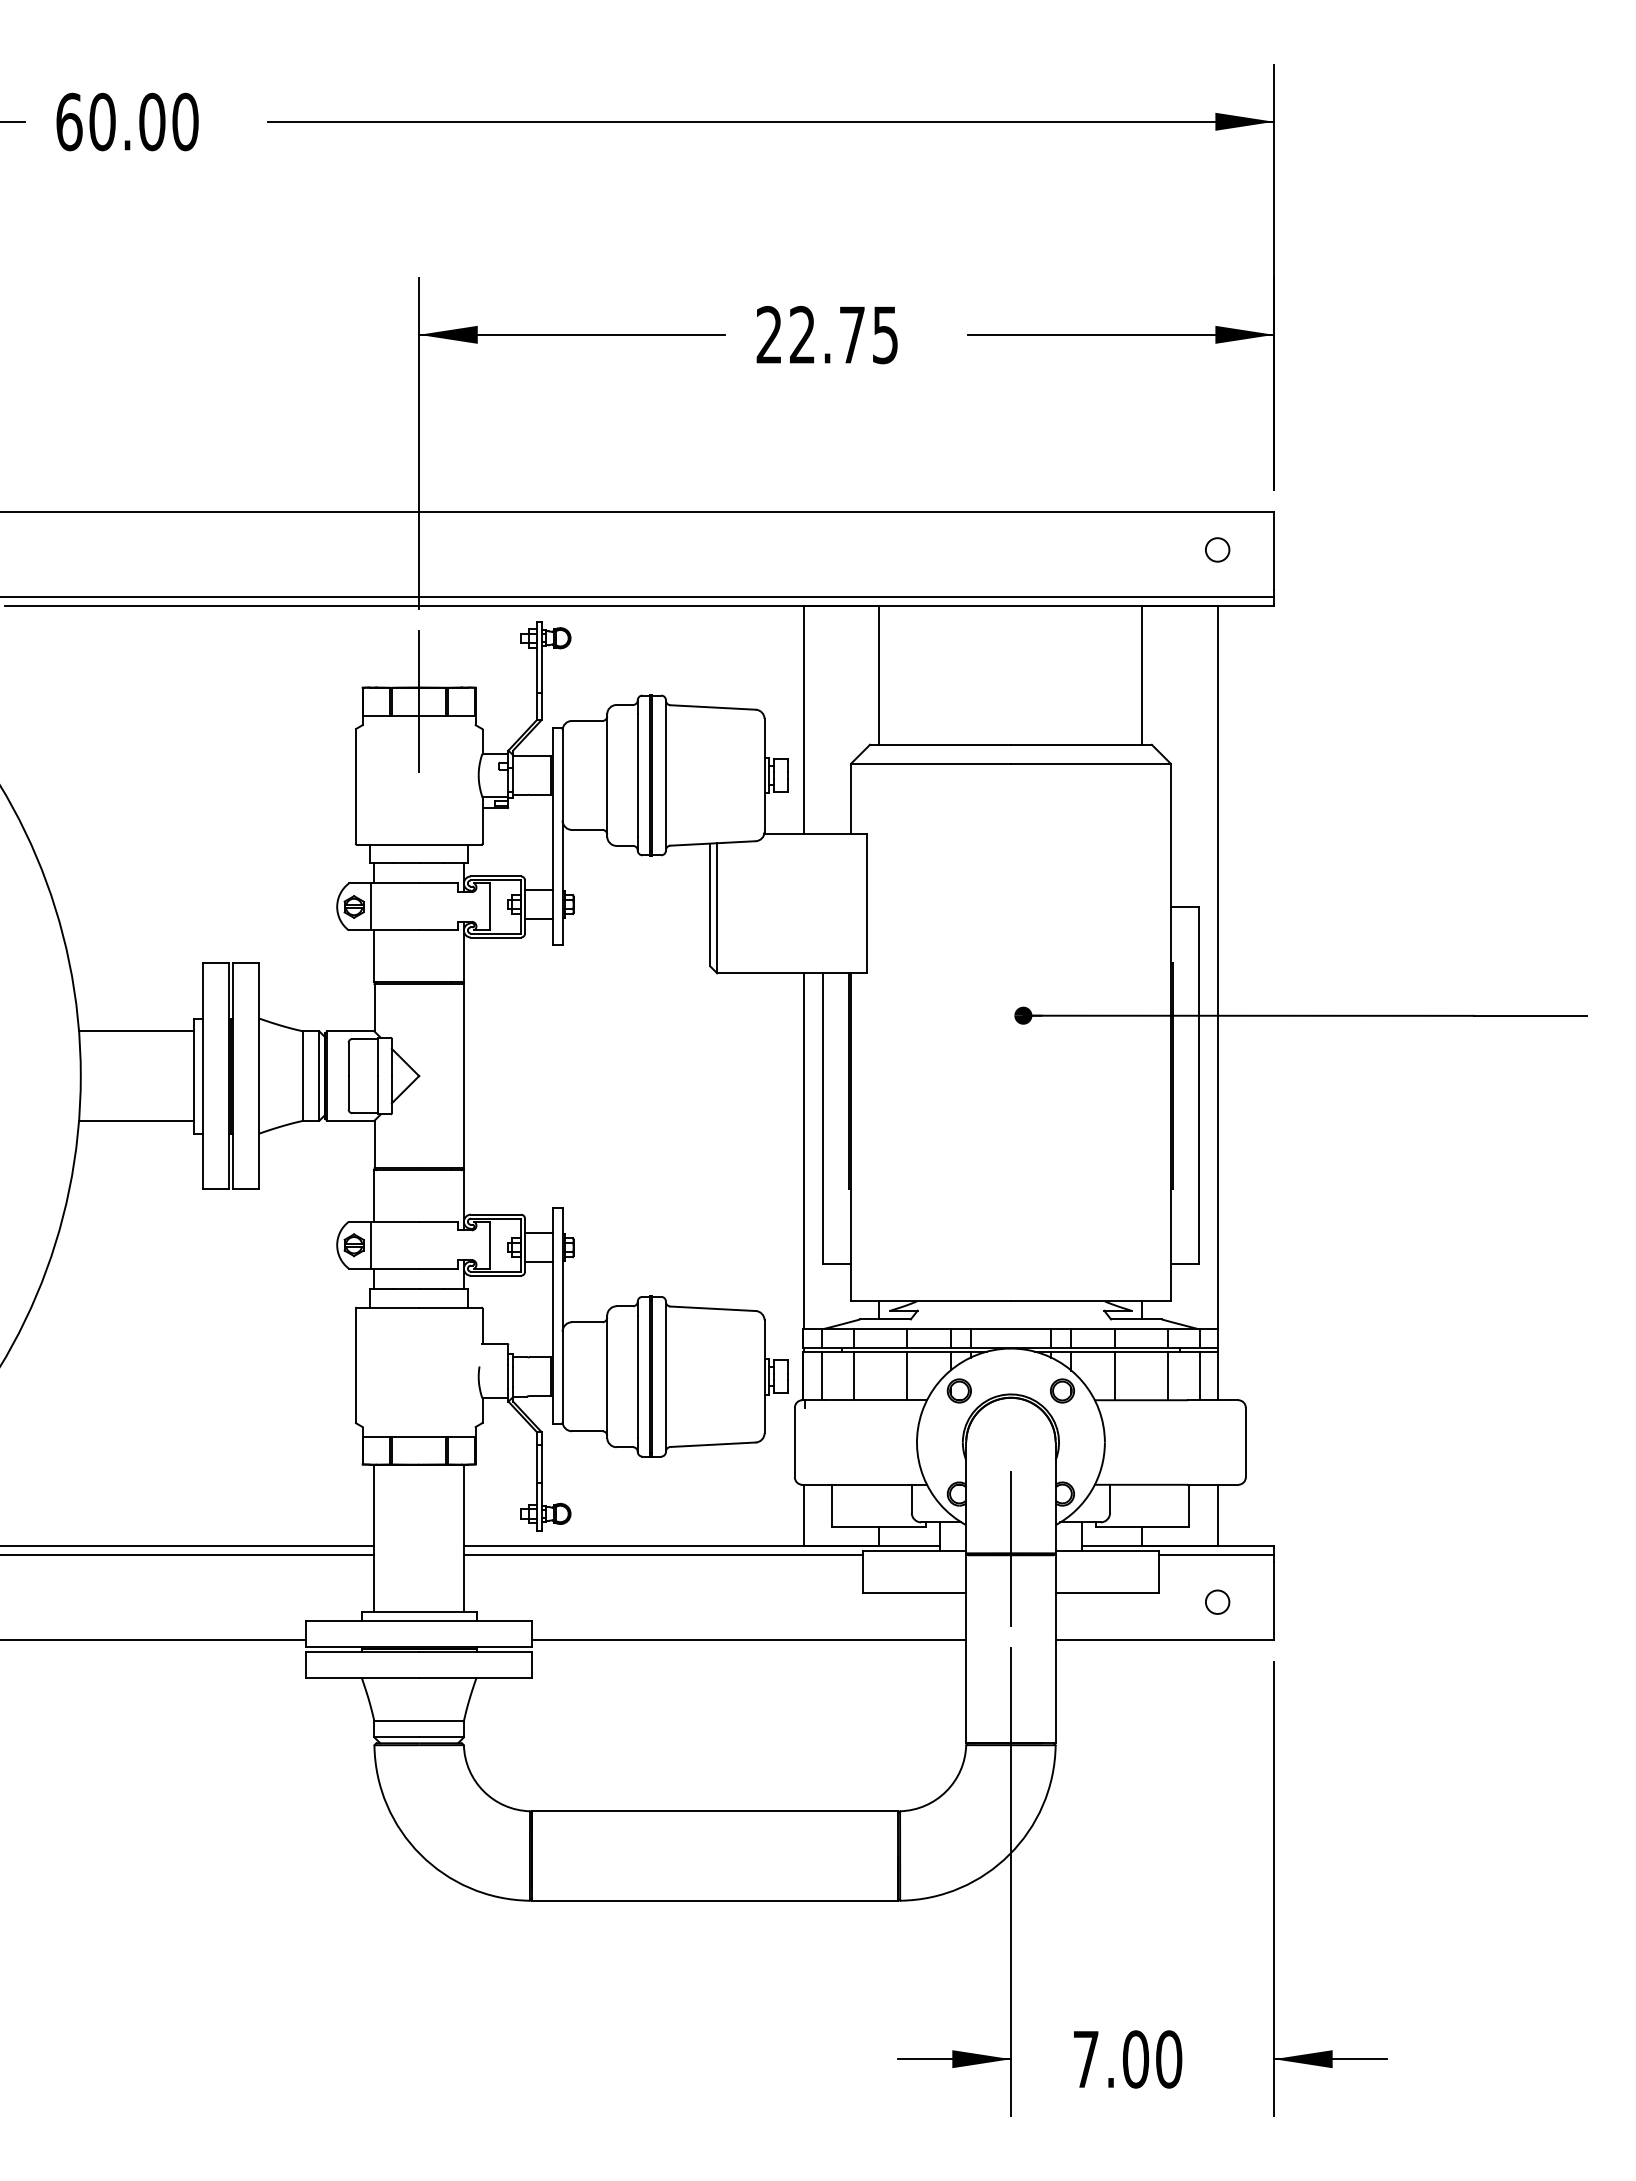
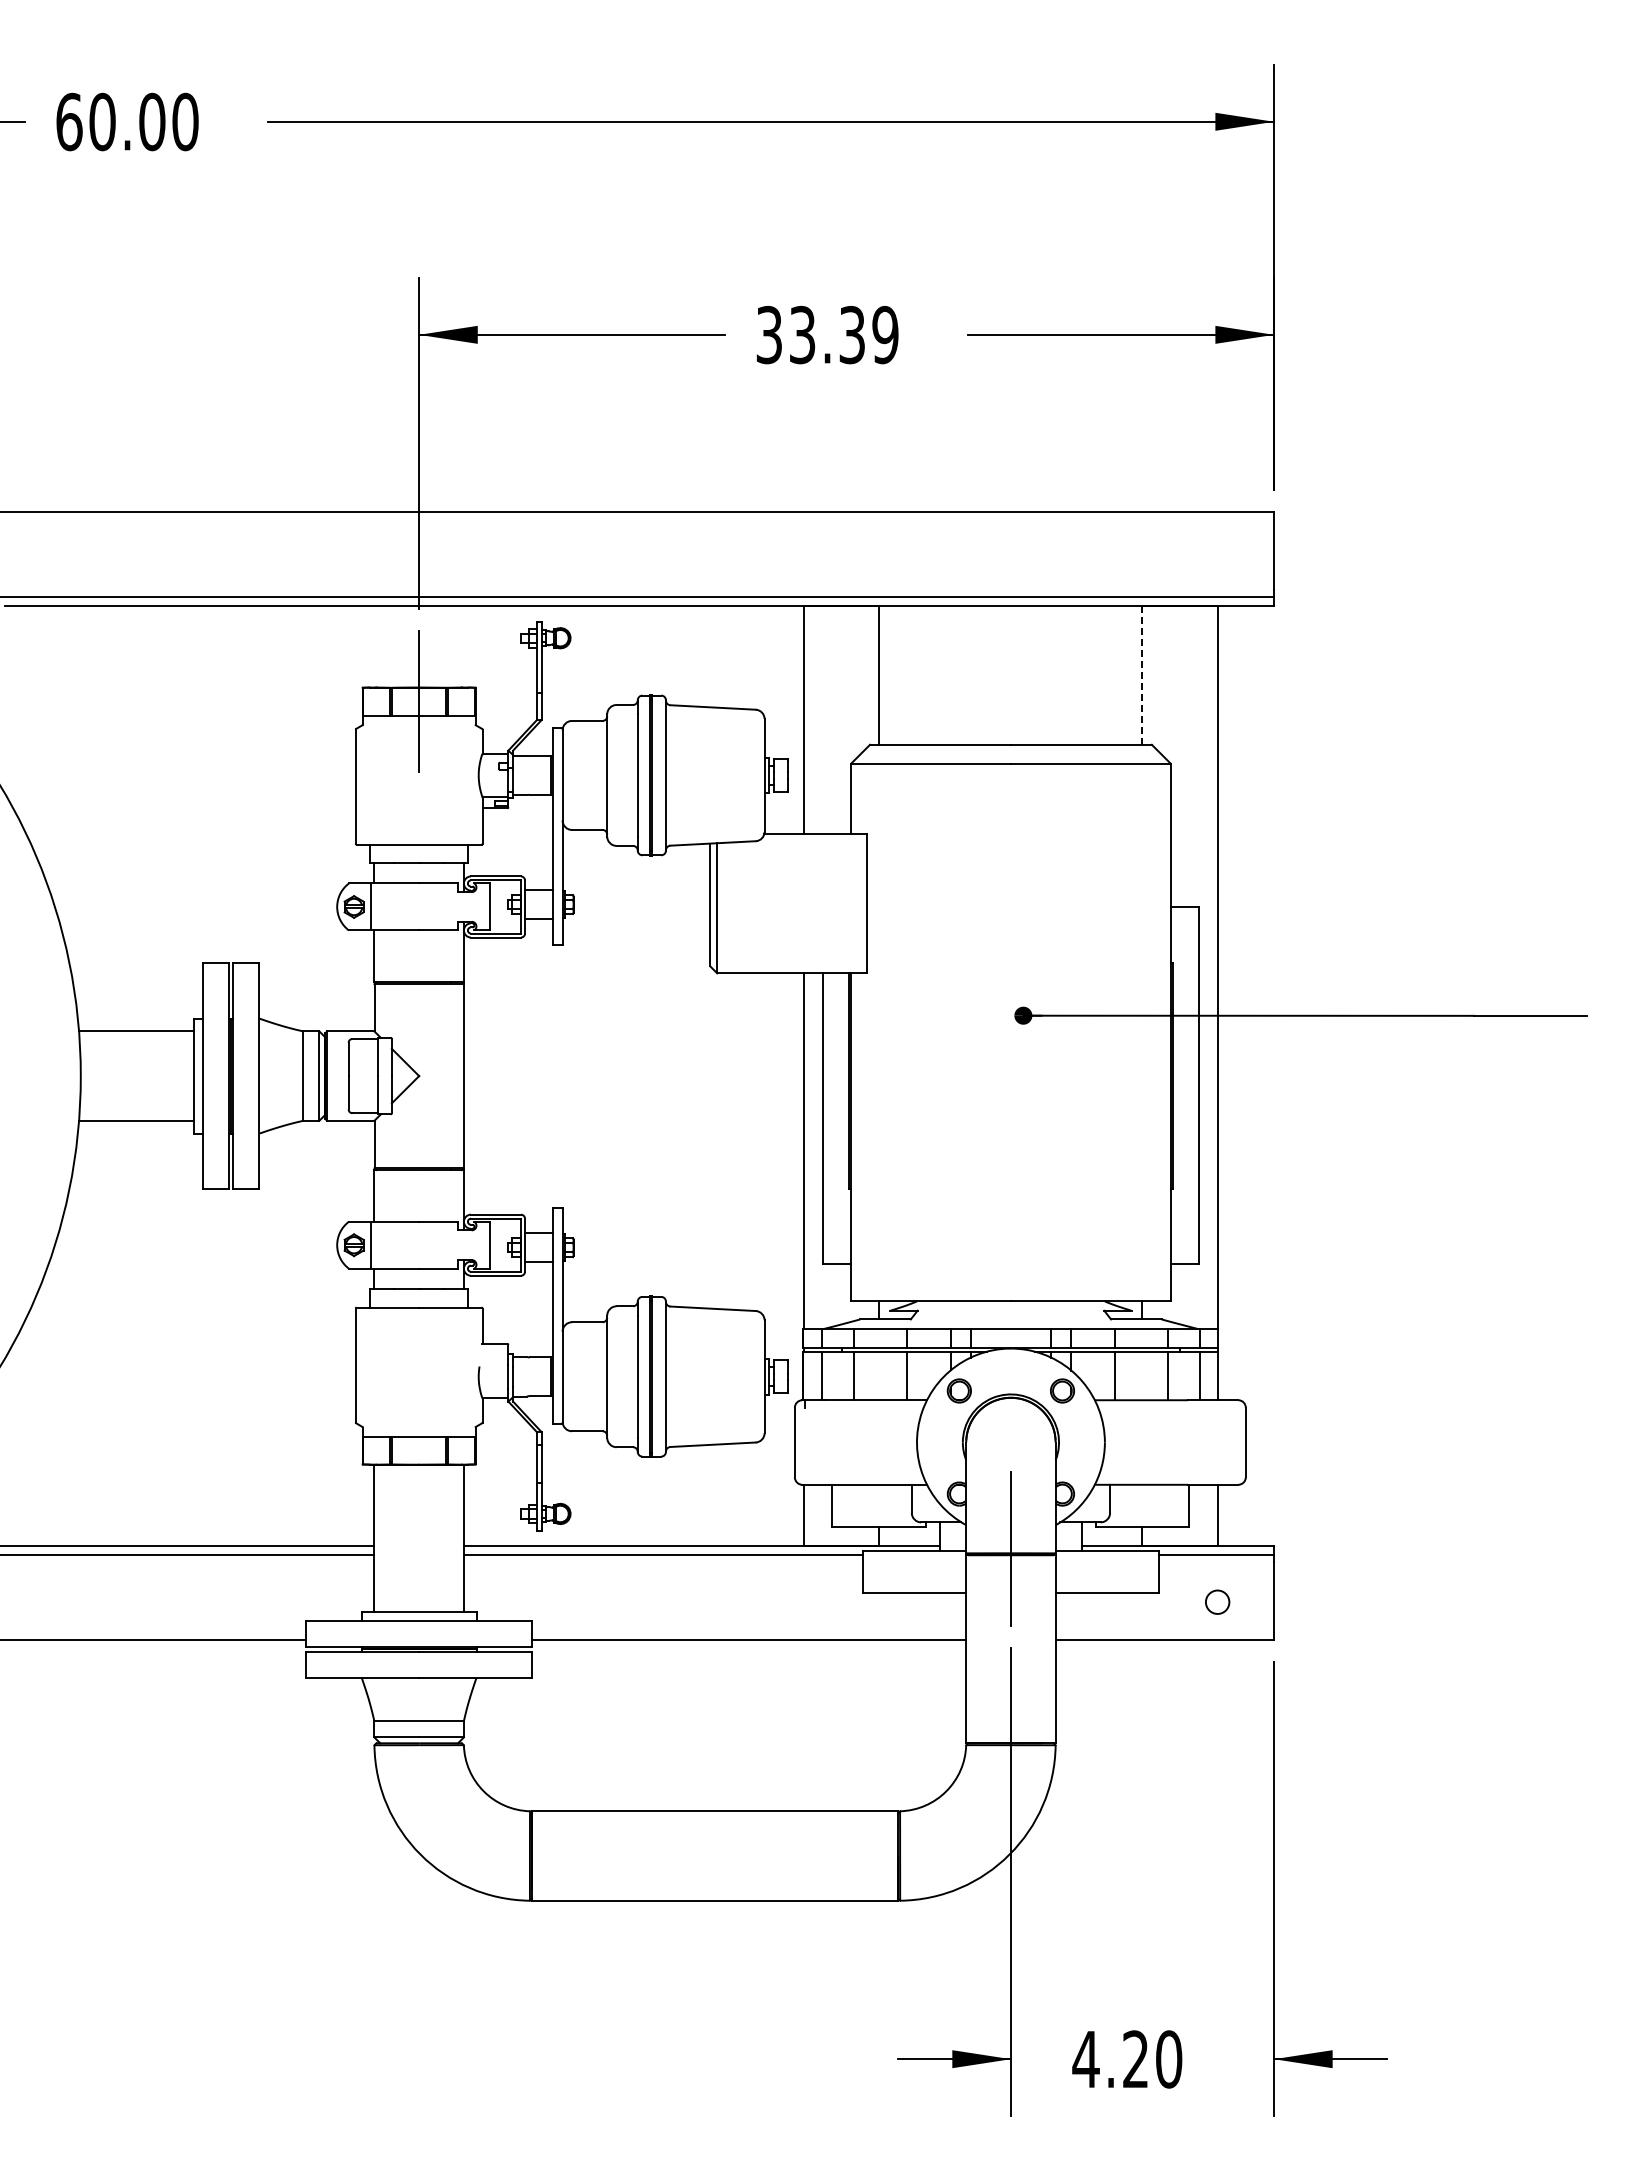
text at (827, 334): 22.75 -> 33.39
circle at (1217, 549): present -> none
line at (1142, 675): solid -> dashed
text at (1110, 2059): 7.00 -> 4.20
